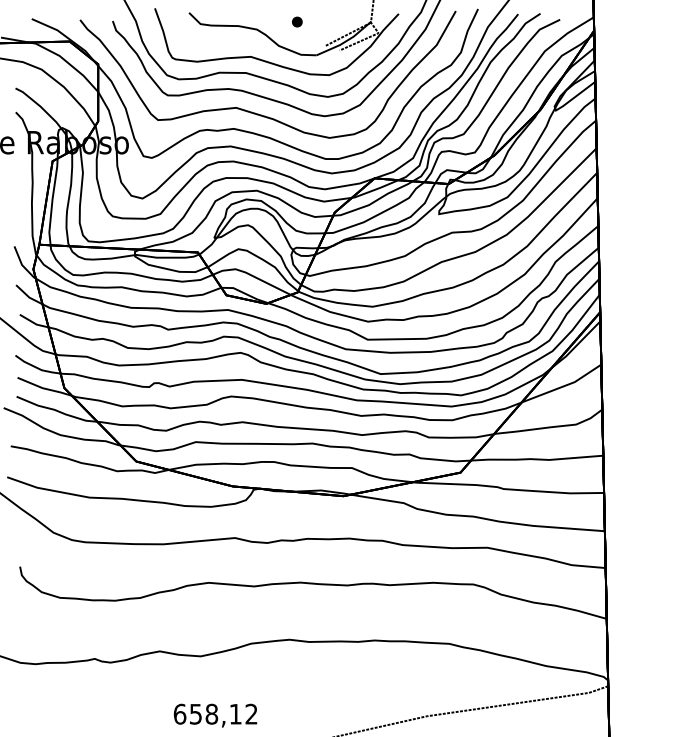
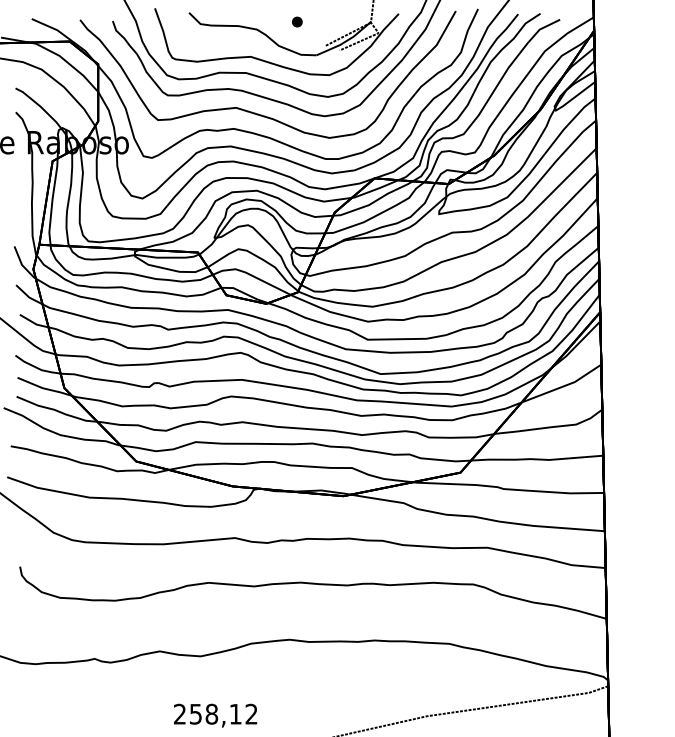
text at (179, 713): 658,12 -> 258,12
